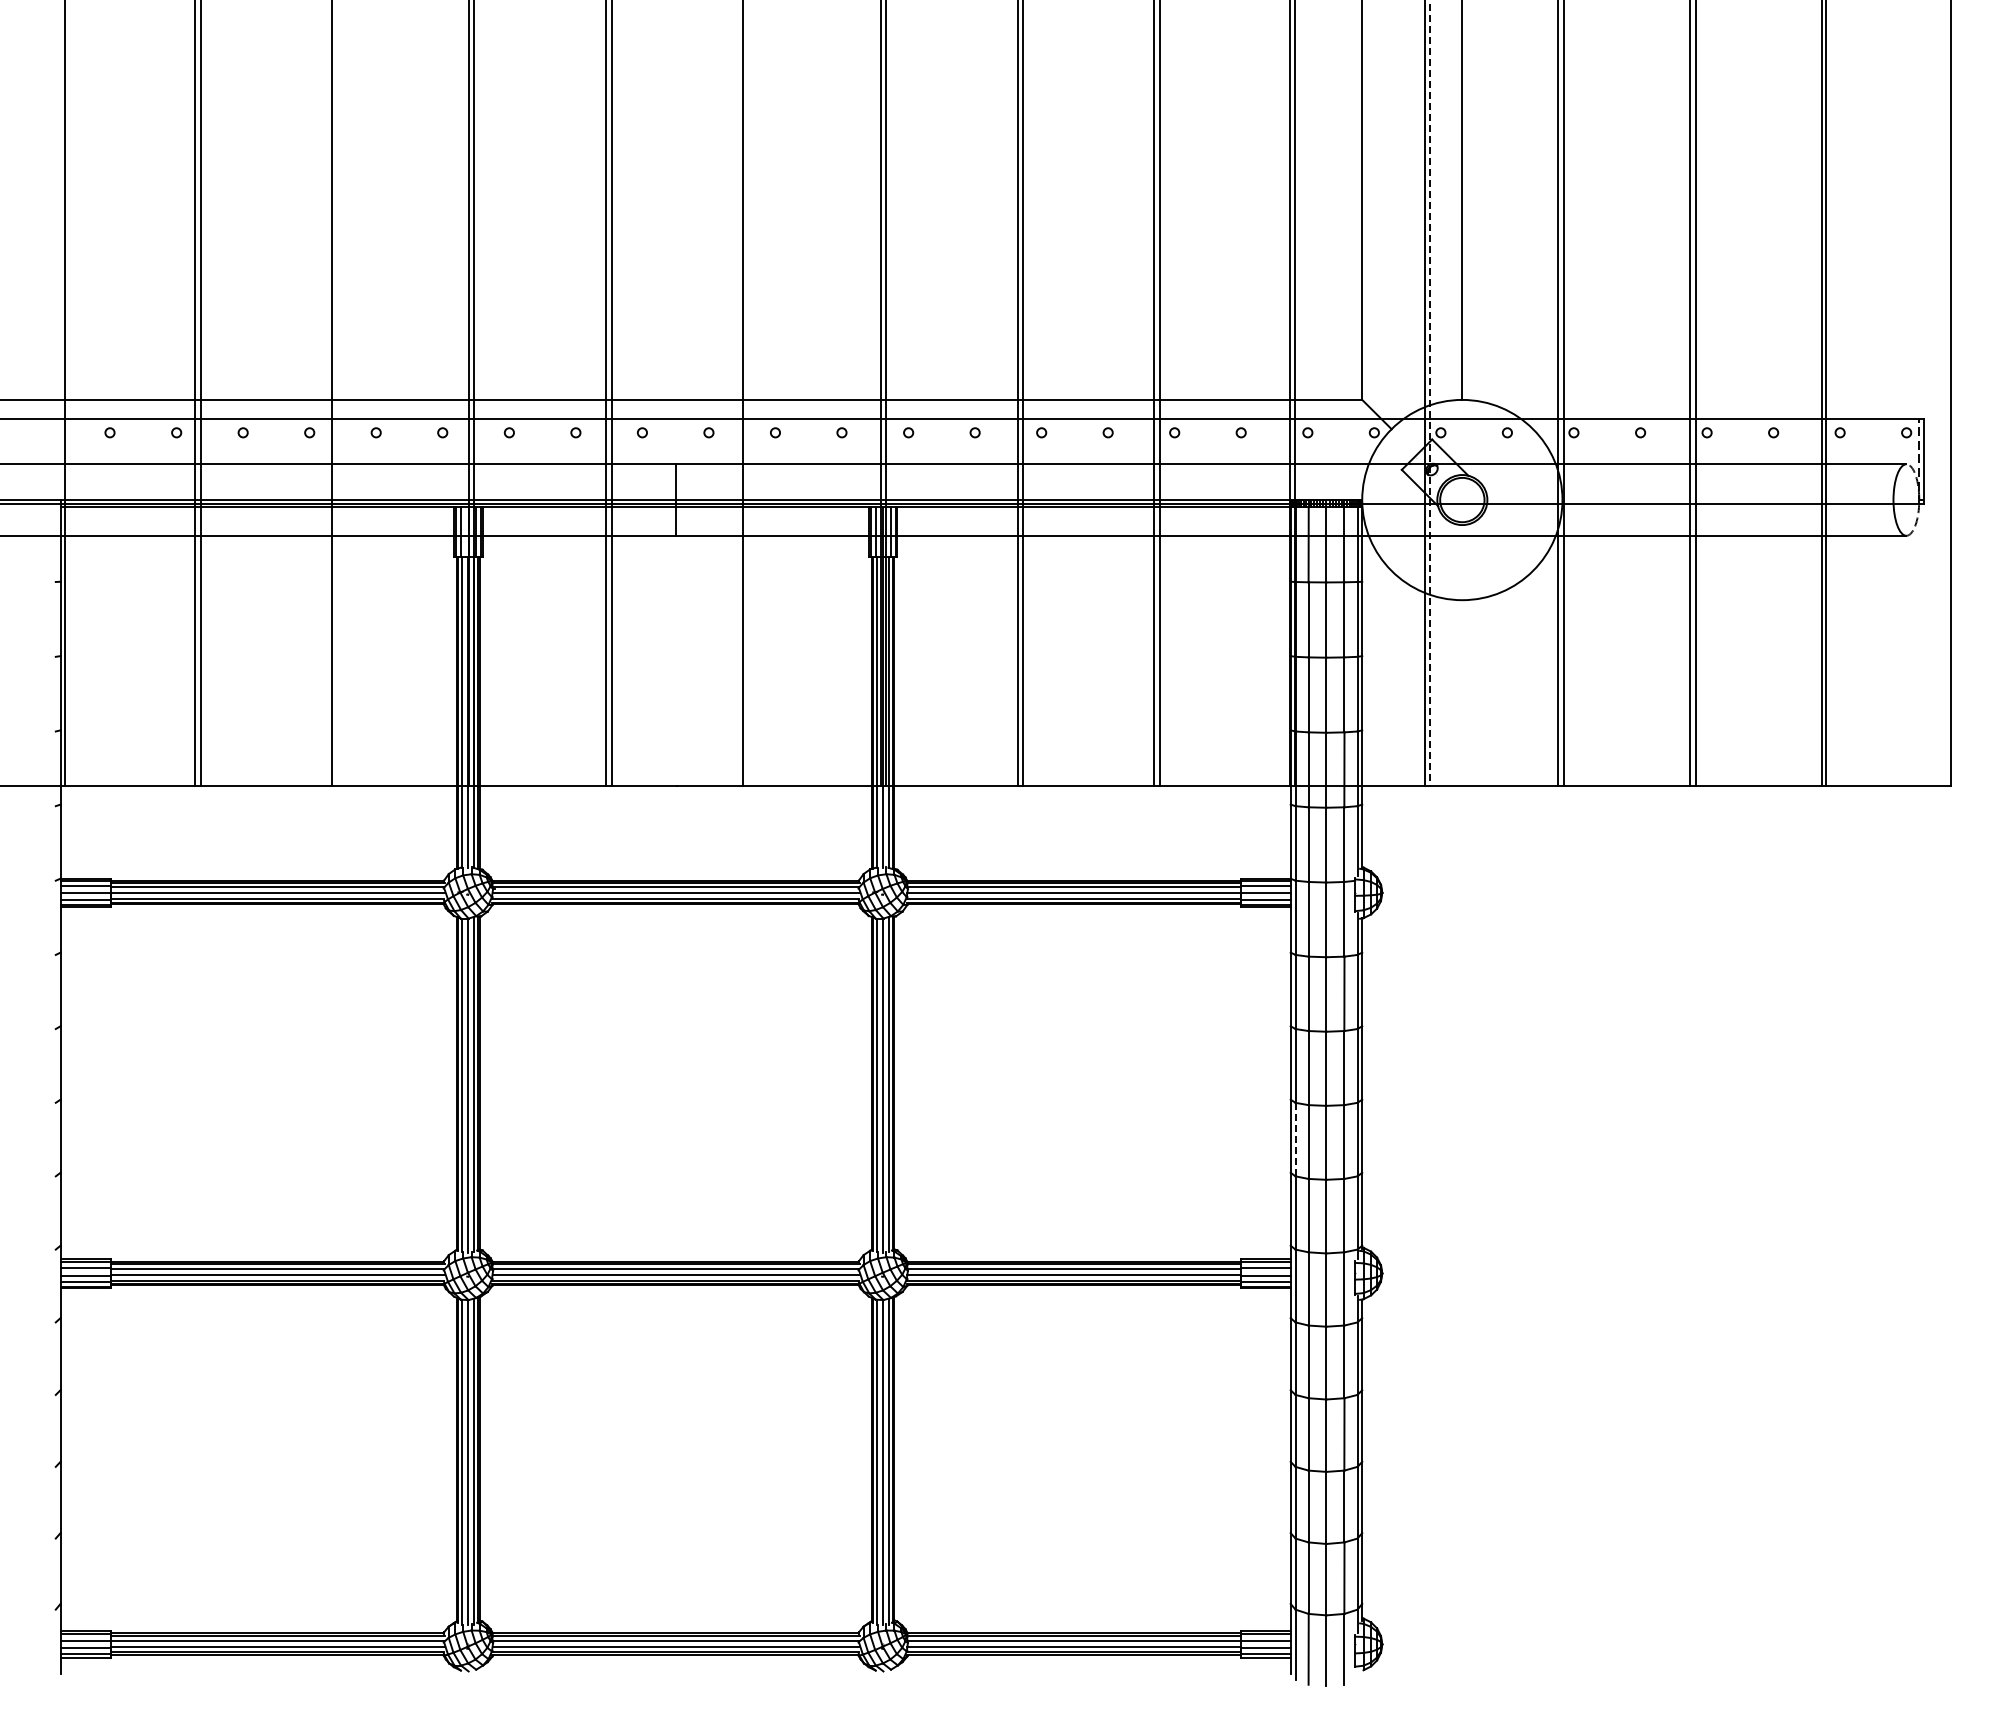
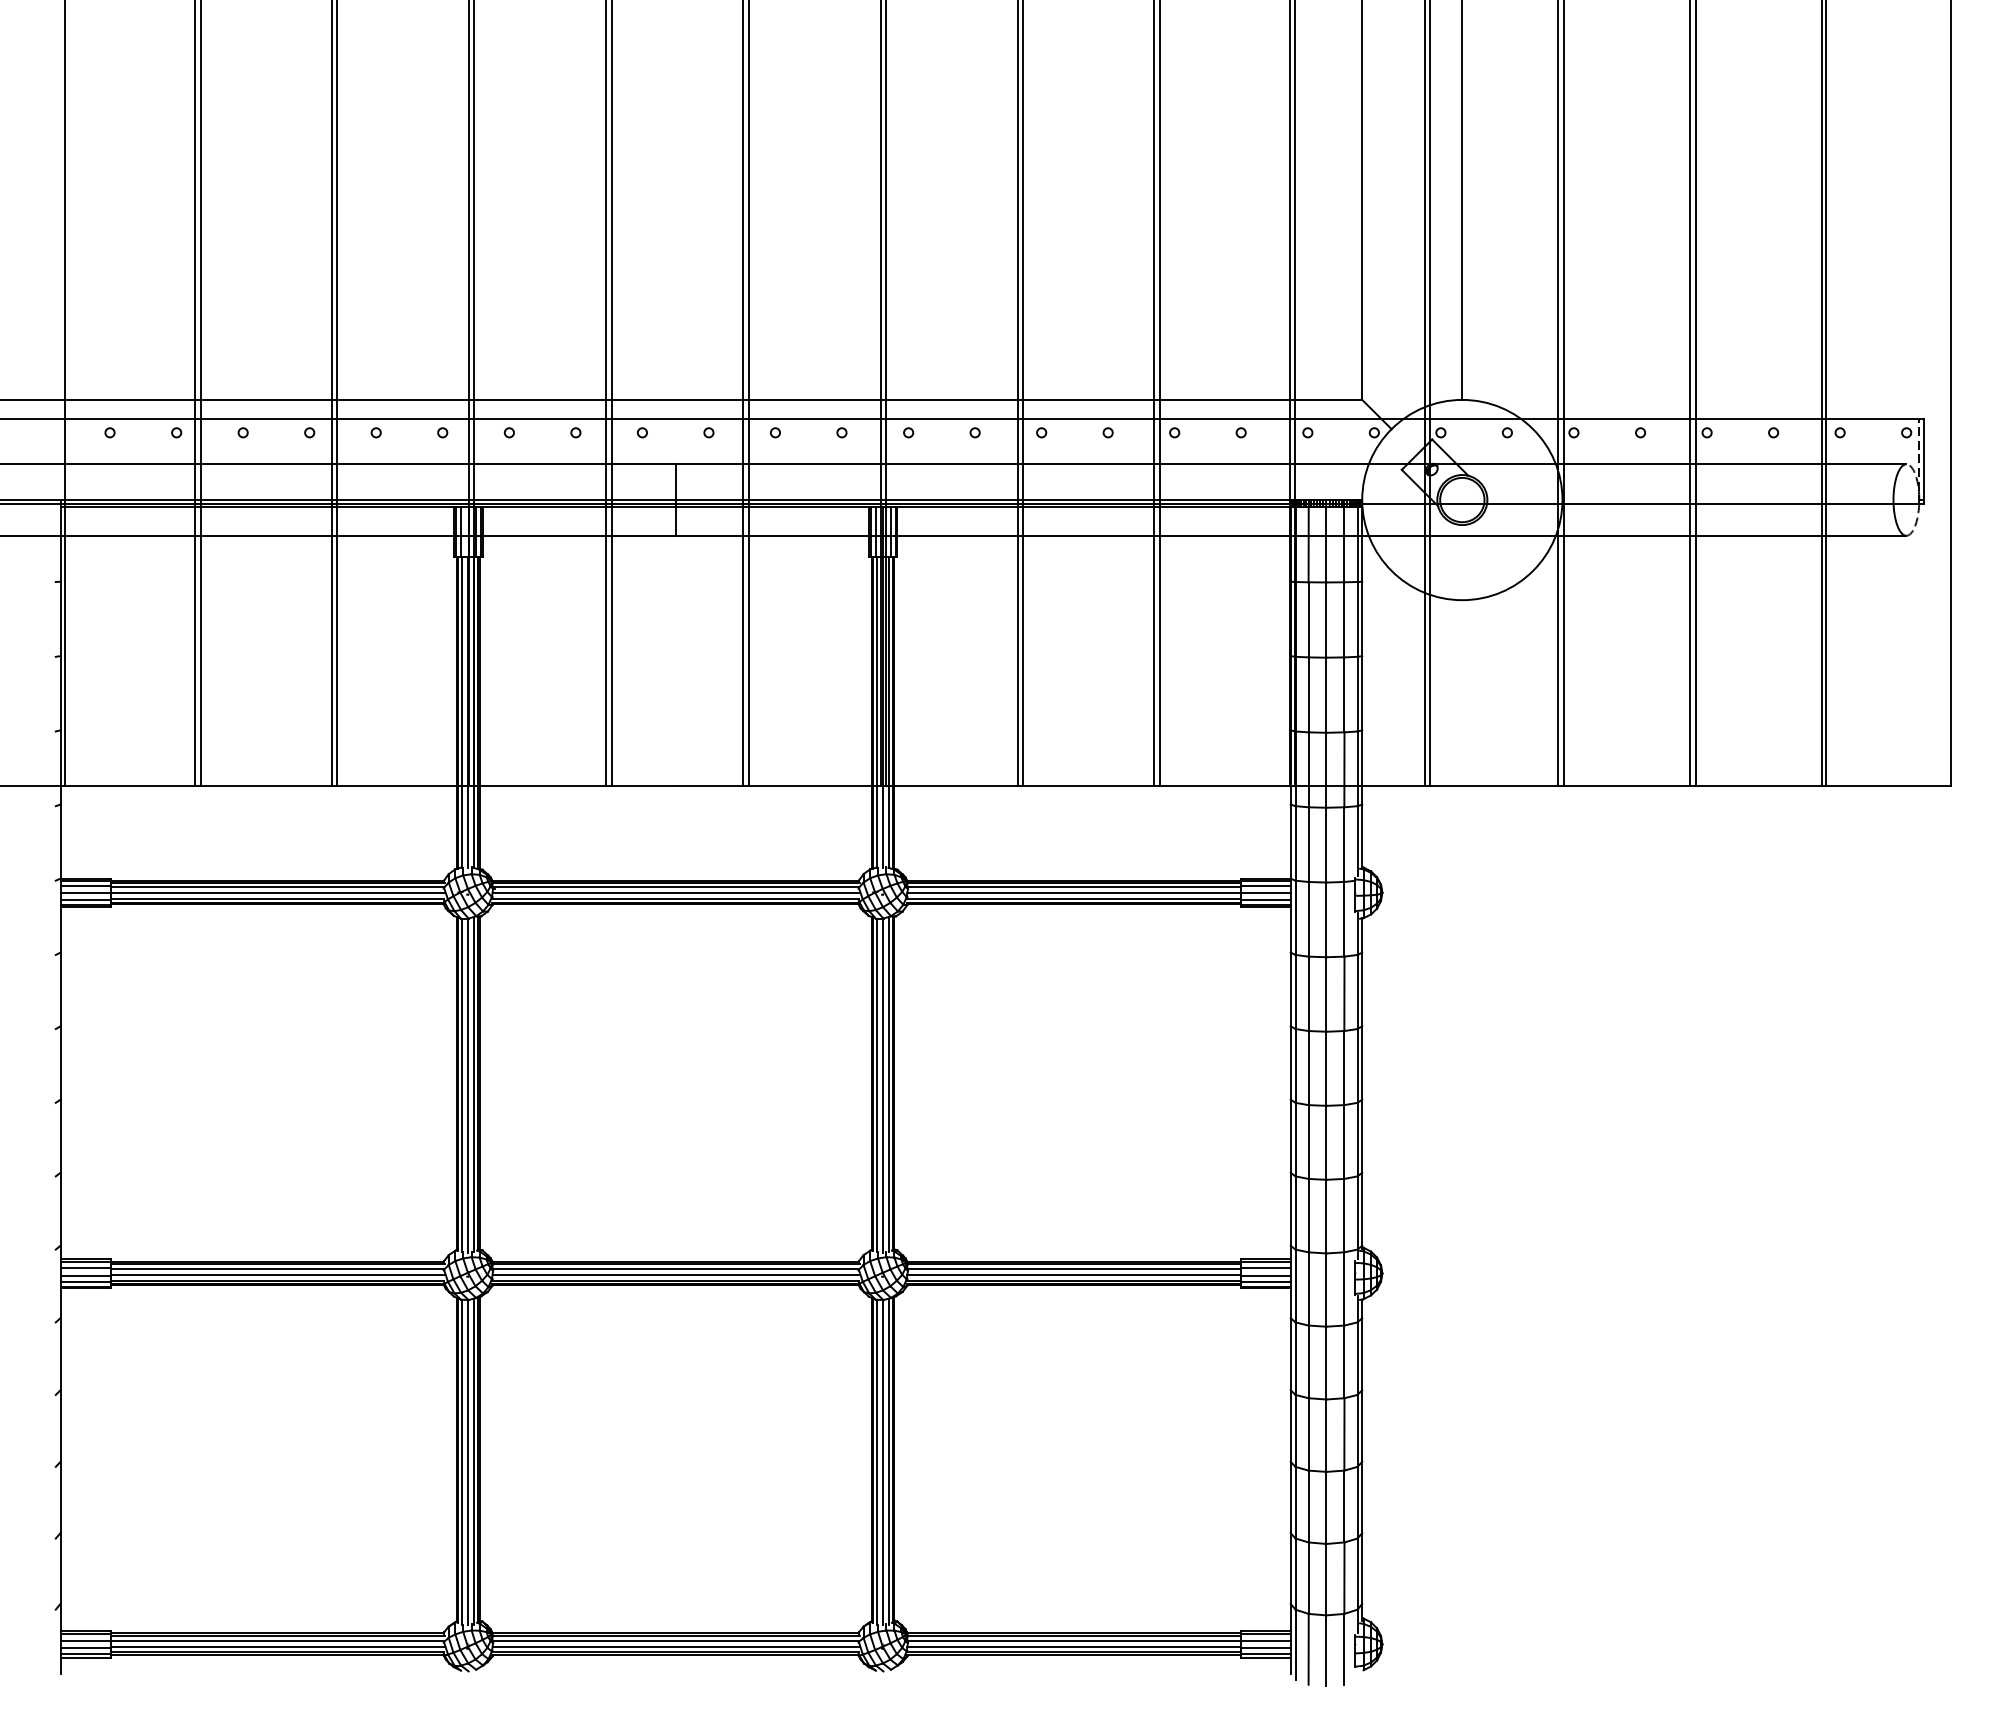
line at (1430, 393): dashed -> solid
line at (336, 394): none -> present
line at (749, 394): none -> present
line at (1295, 1139): dashed -> solid
